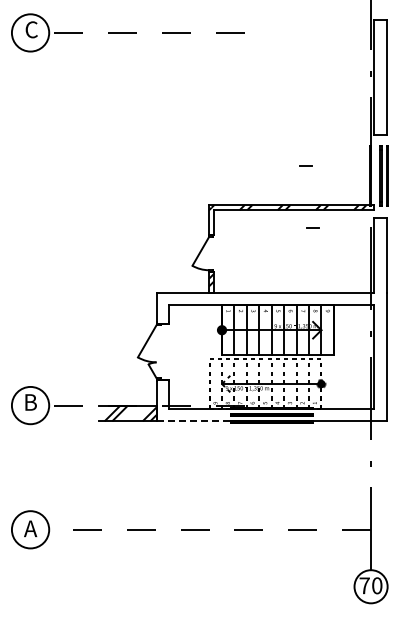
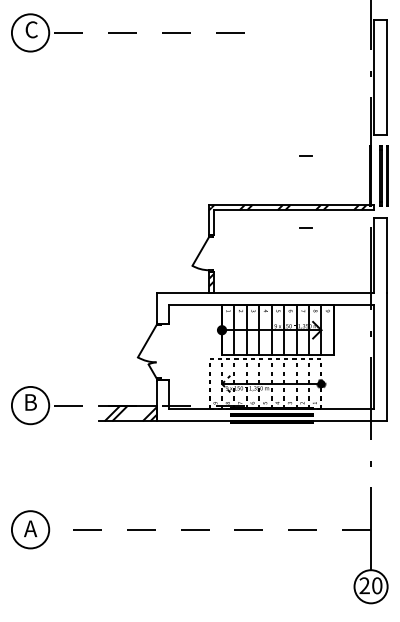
line at (305, 165) position: (305, 165) -> (305, 155)
line at (312, 227) position: (312, 227) -> (305, 227)
line at (193, 421): dashed -> solid
text at (364, 585): 70 -> 20
